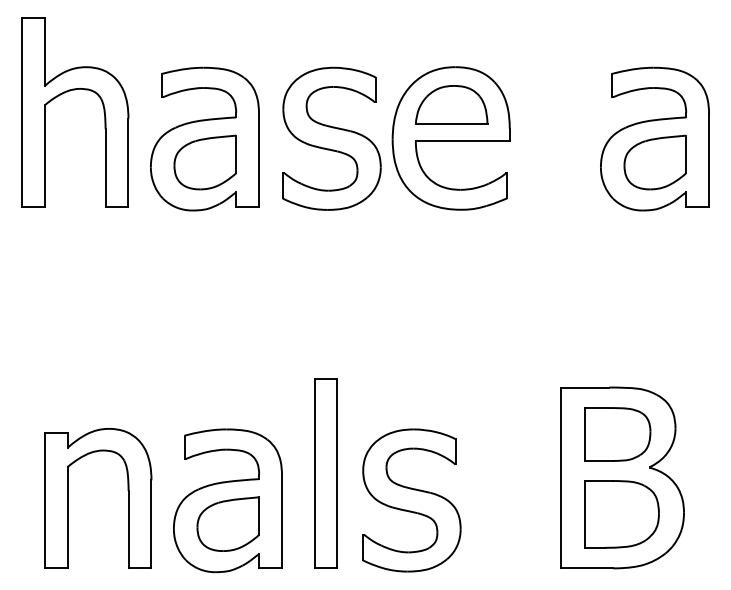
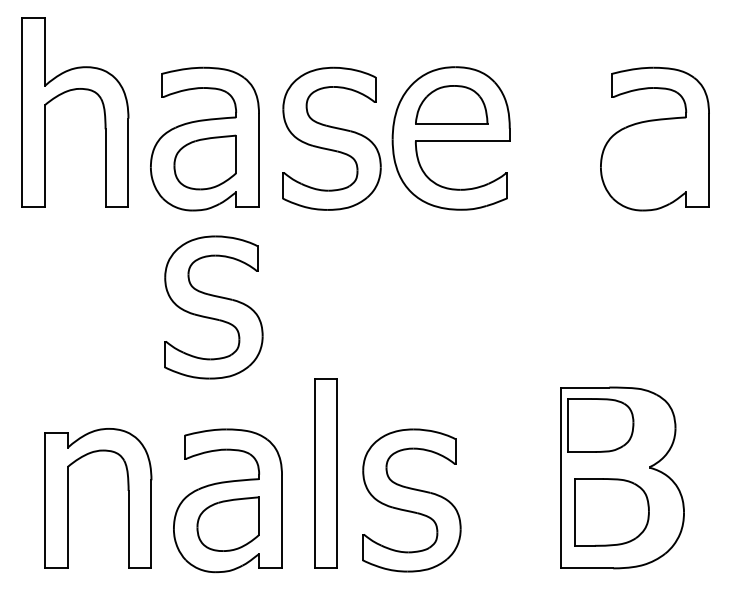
part at (654, 162): present -> none
part at (213, 307): none -> present
part at (617, 434) position: (617, 434) -> (600, 425)
part at (621, 514) position: (621, 514) -> (611, 512)
